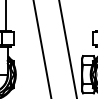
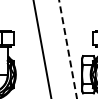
line at (6, 16): present -> none
line at (68, 49): solid -> dashed
